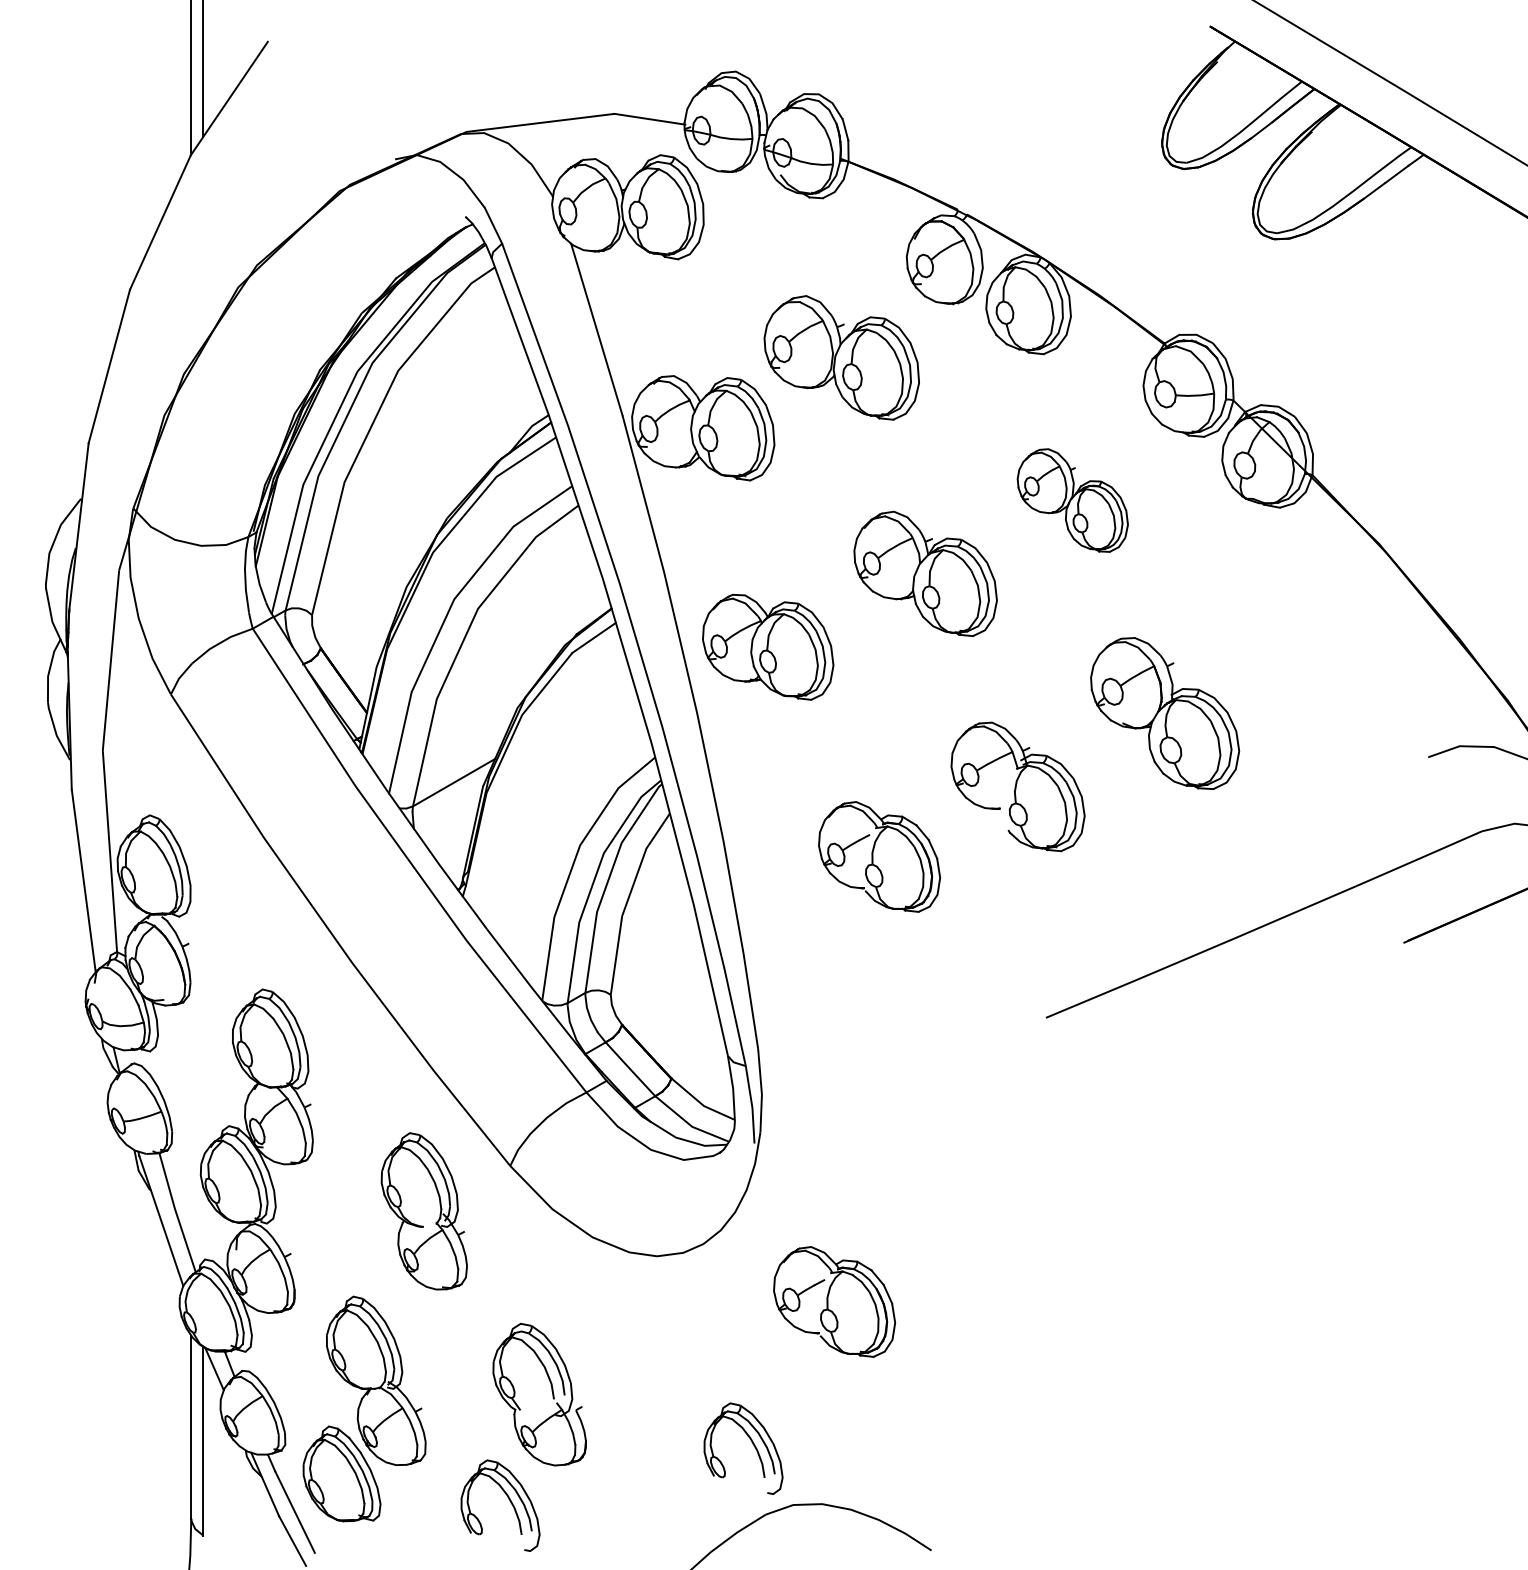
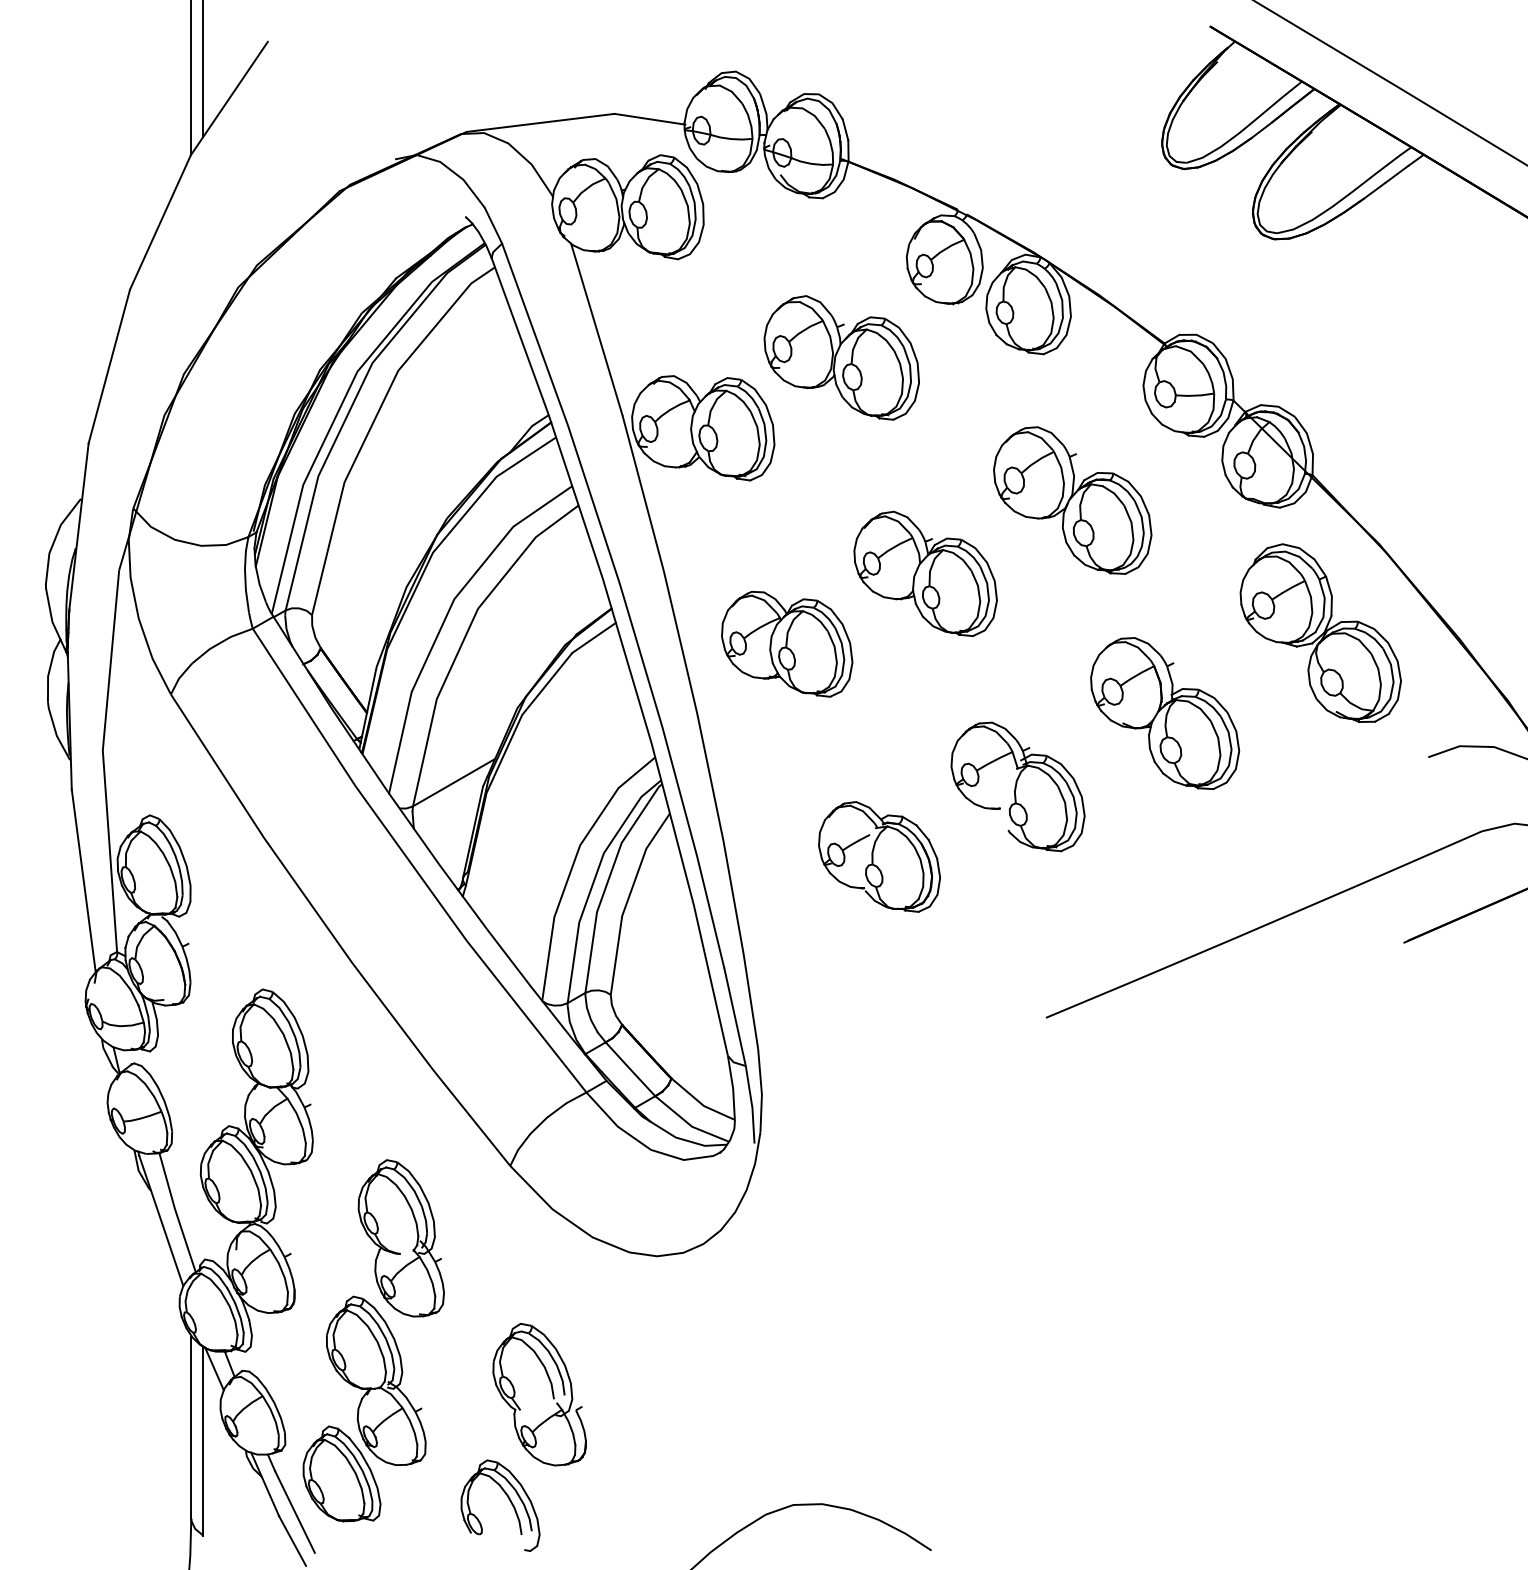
part at (1072, 500) size: 113x105 px -> 160x149 px
part at (1320, 632): none -> present
part at (768, 647) position: (768, 647) -> (787, 644)
part at (423, 1211) position: (423, 1211) -> (400, 1238)
part at (834, 1301): present -> none
part at (752, 1444): present -> none
